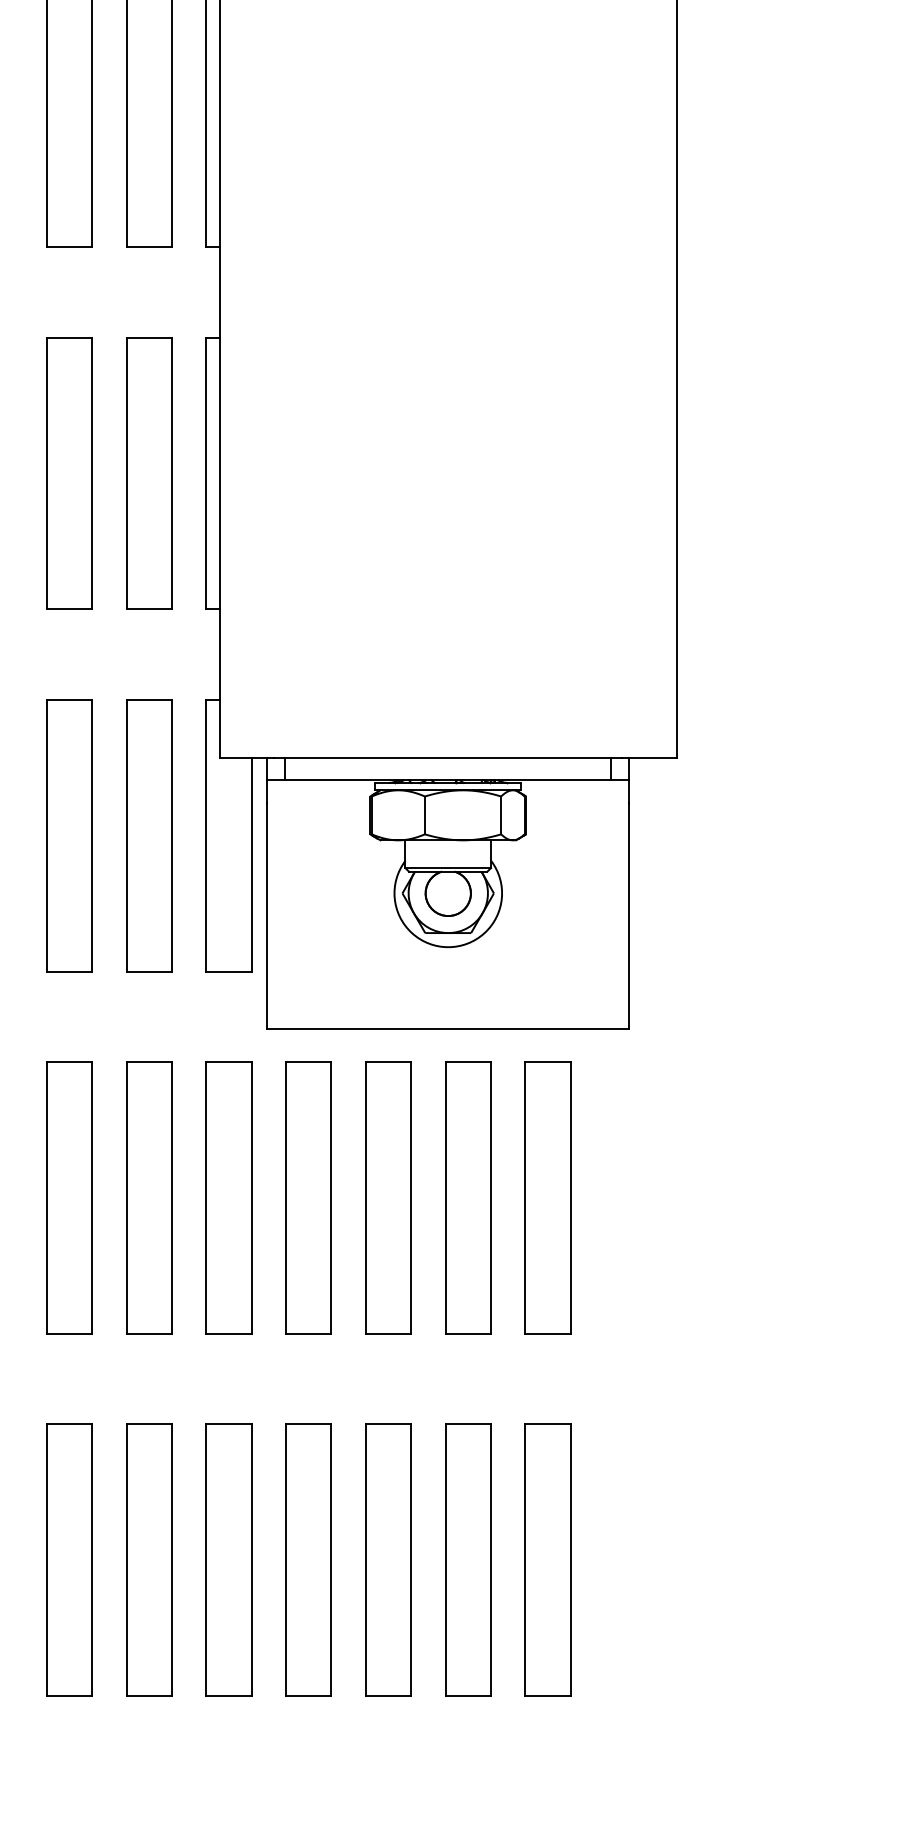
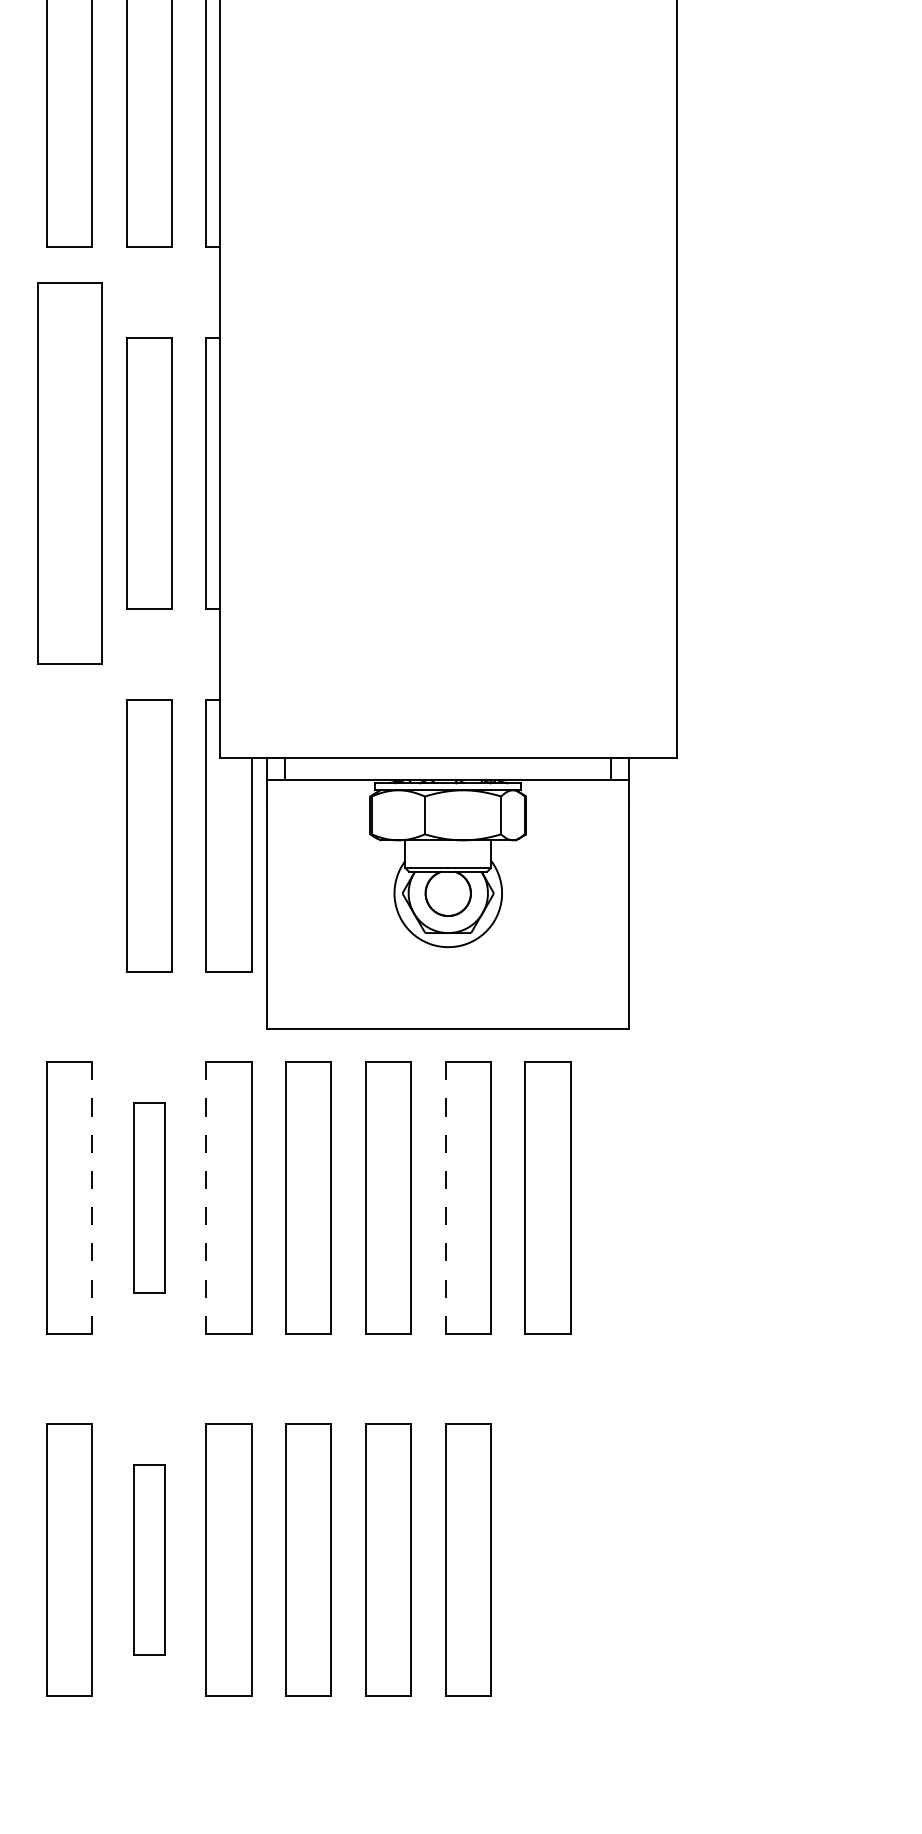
part at (69, 473) size: 47x273 px -> 66x383 px
part at (69, 835): present -> none
part at (149, 1197) size: 47x274 px -> 33x192 px
line at (92, 1198): solid -> dashed
line at (206, 1198): solid -> dashed
line at (445, 1198): solid -> dashed
part at (149, 1559) size: 47x274 px -> 33x192 px
part at (547, 1559): present -> none
